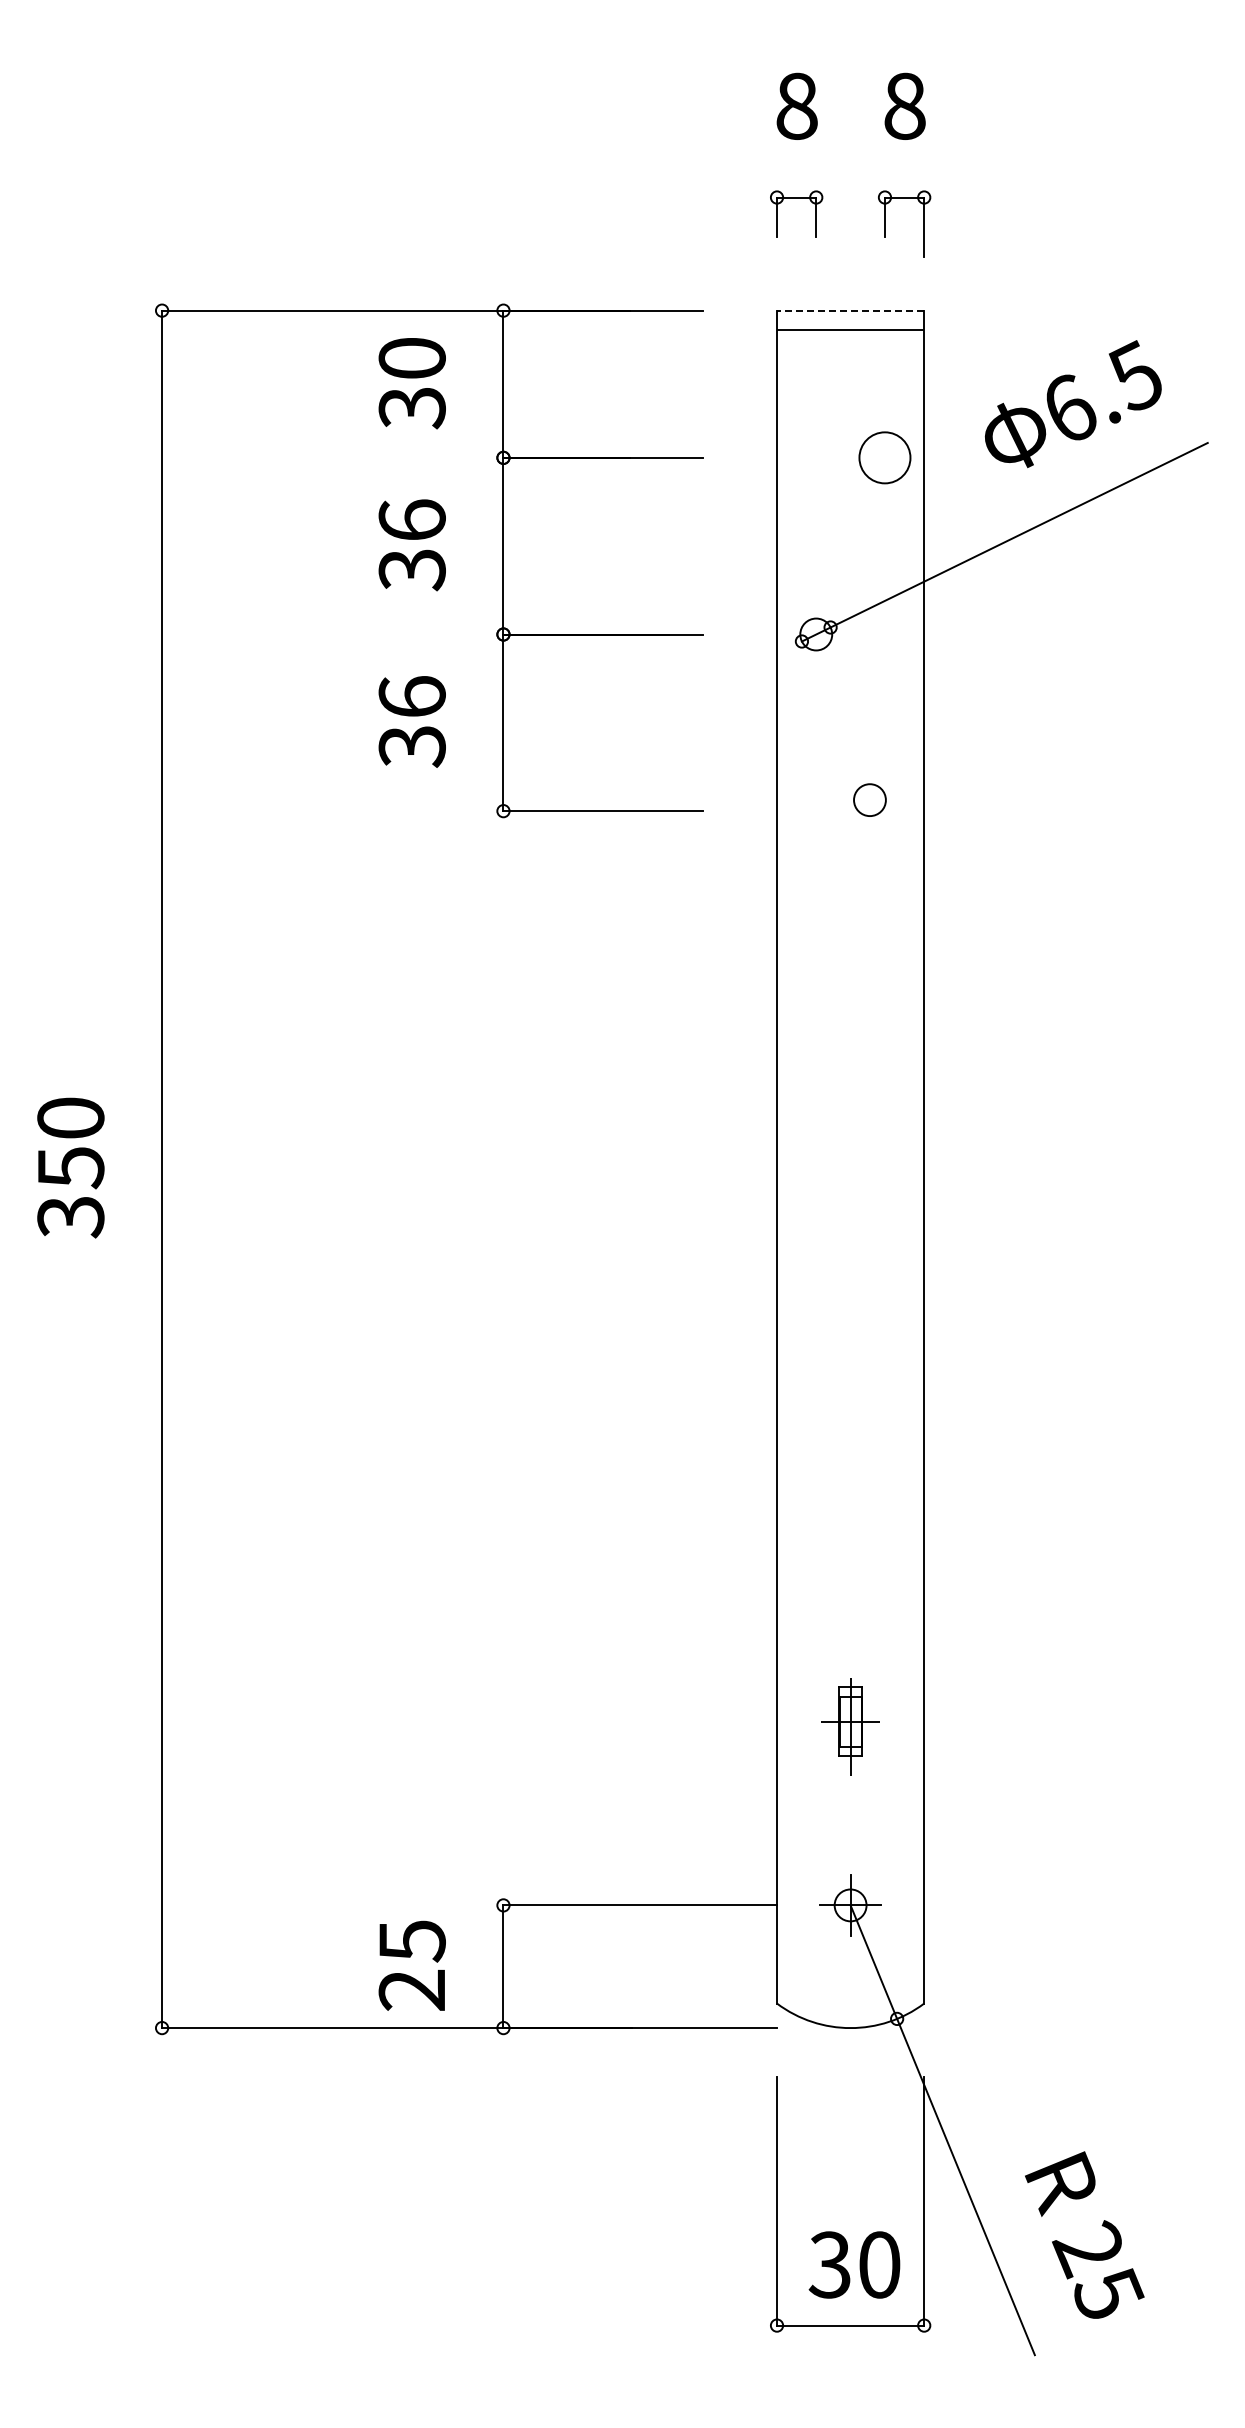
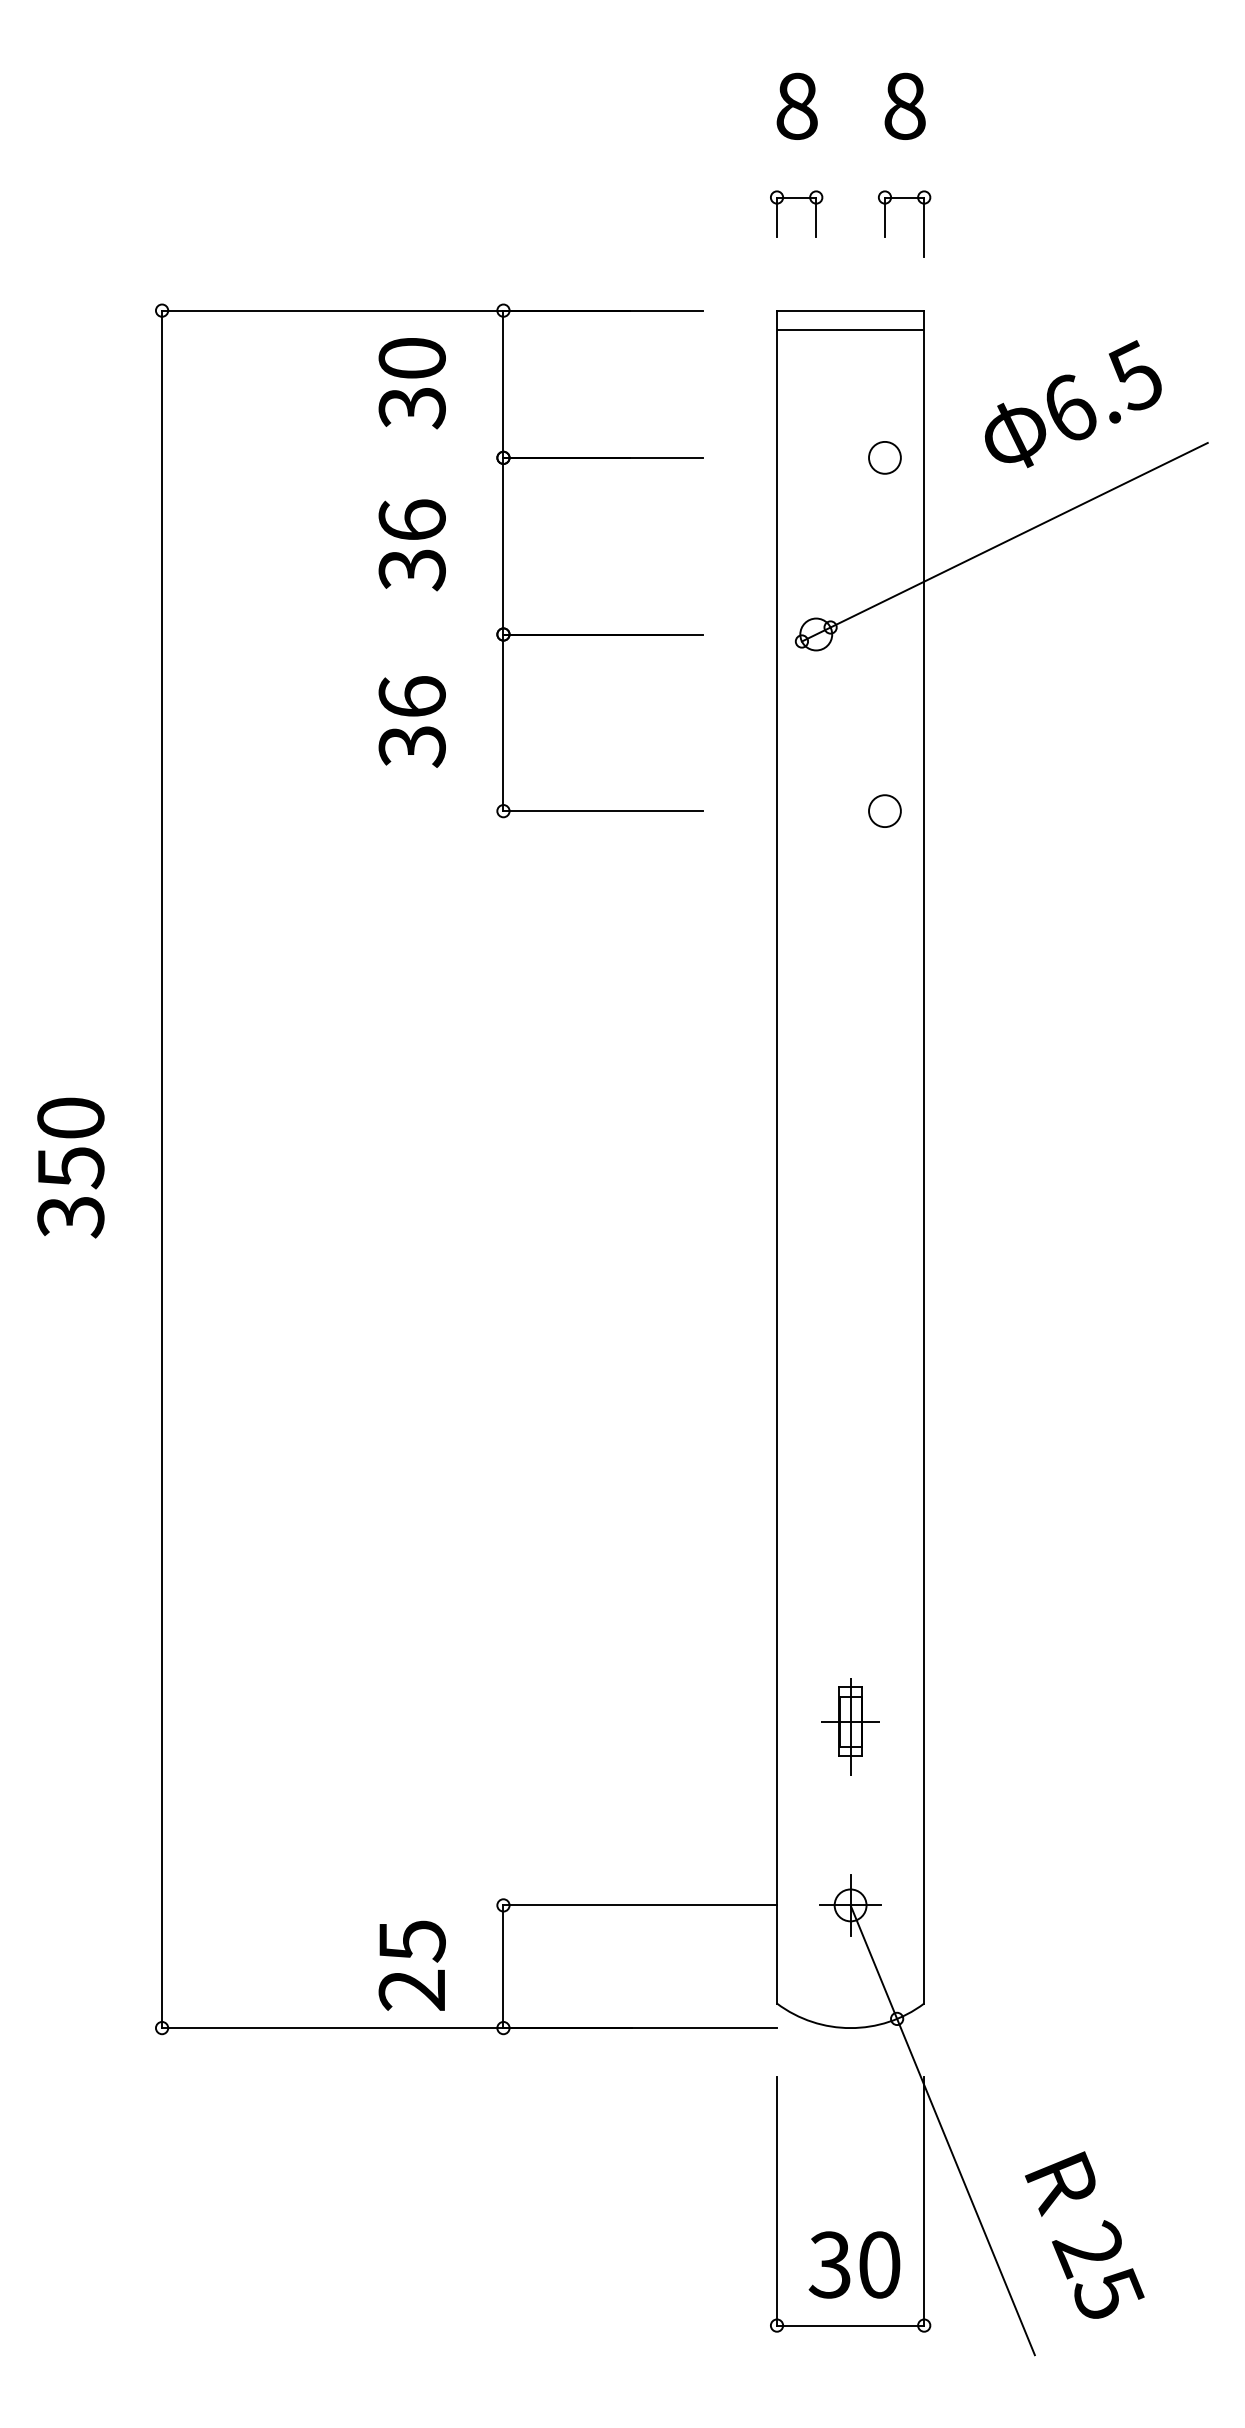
line at (850, 310): dashed -> solid
circle at (884, 457) diameter: 51 px -> 32 px
circle at (869, 799) position: (869, 799) -> (884, 810)
